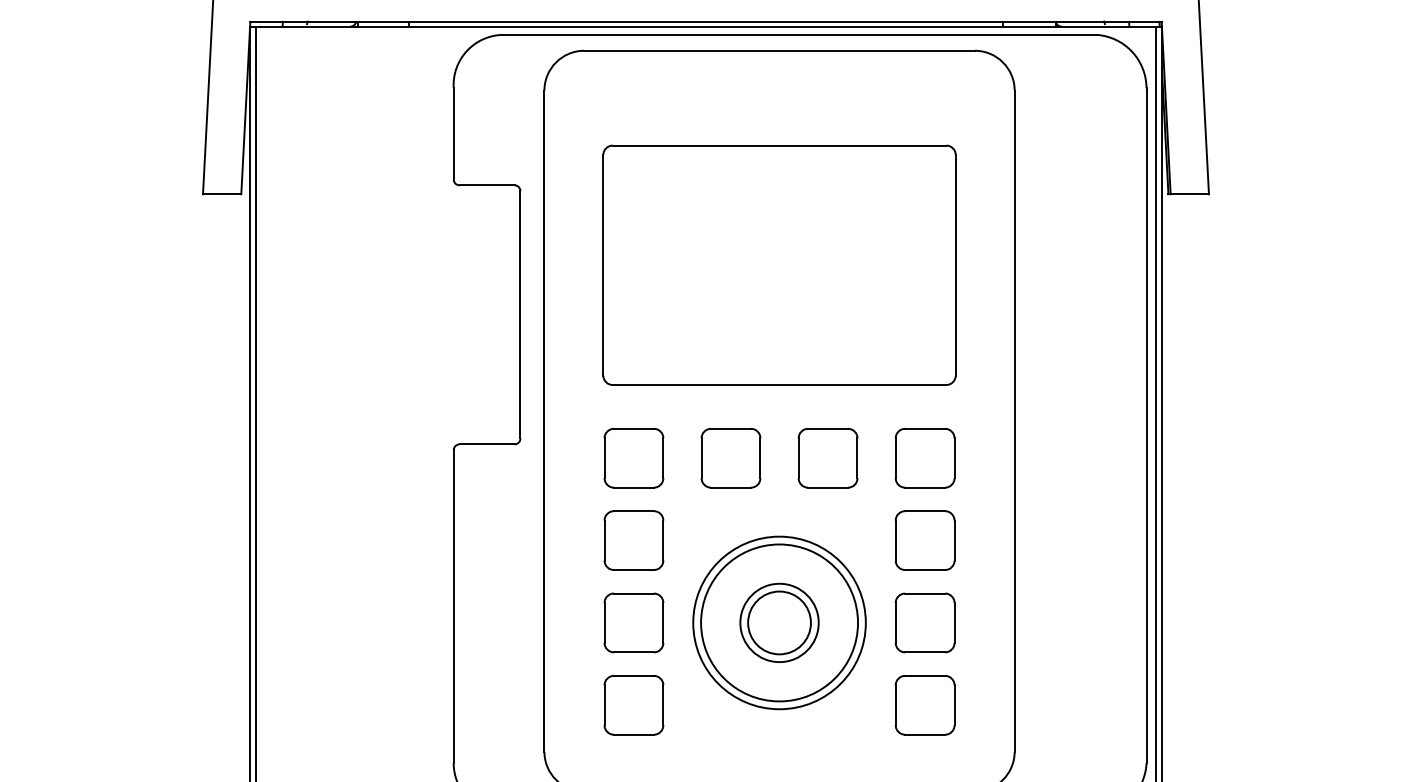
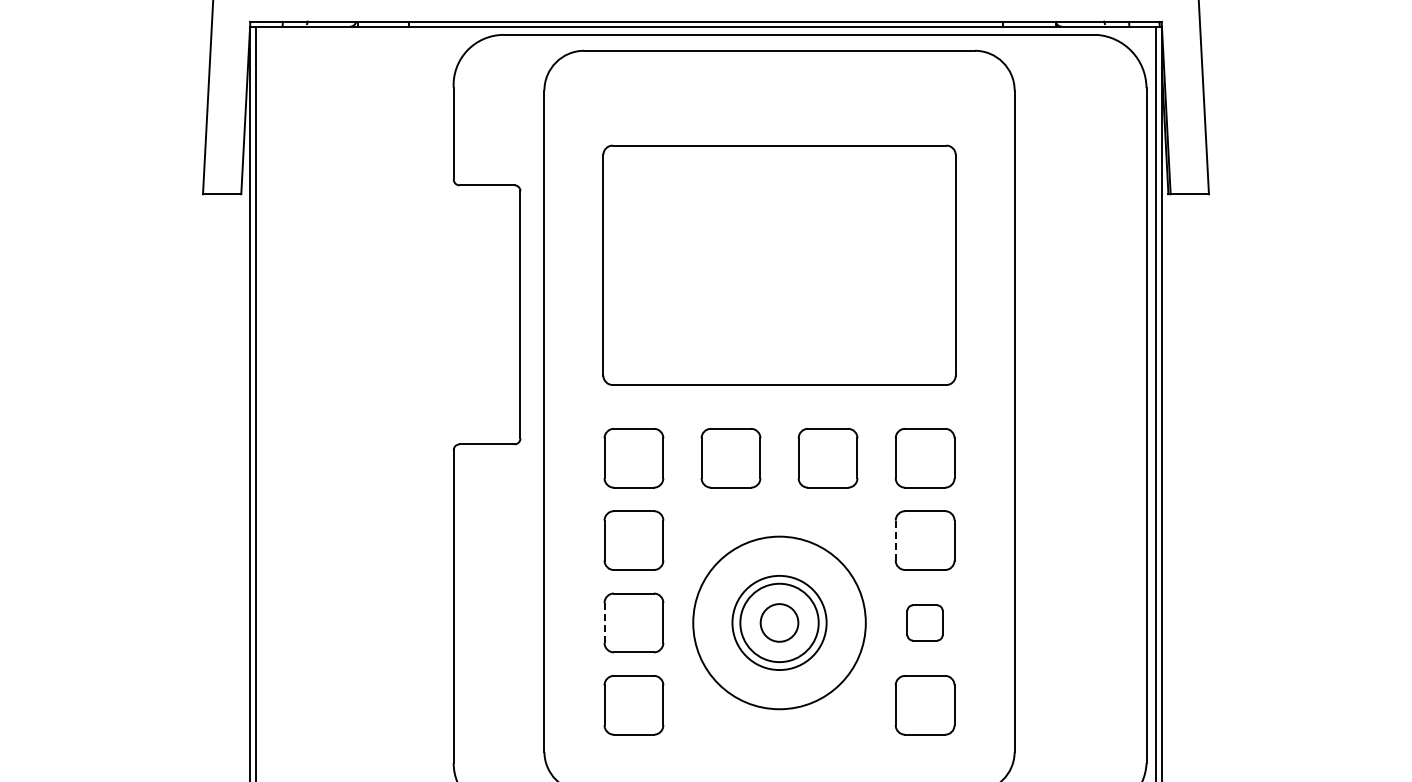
line at (895, 541): solid -> dashed
circle at (779, 622) diameter: 157 px -> 94 px
circle at (779, 622) diameter: 63 px -> 38 px
part at (924, 622) size: 62x62 px -> 38x38 px
line at (604, 623): solid -> dashed
